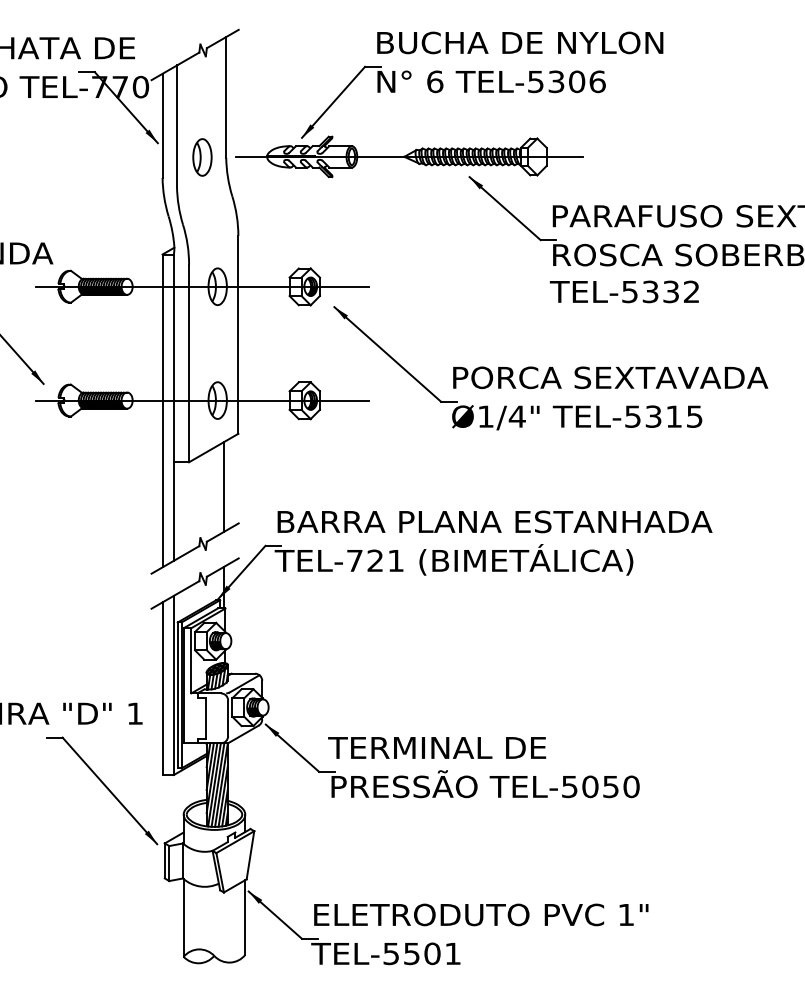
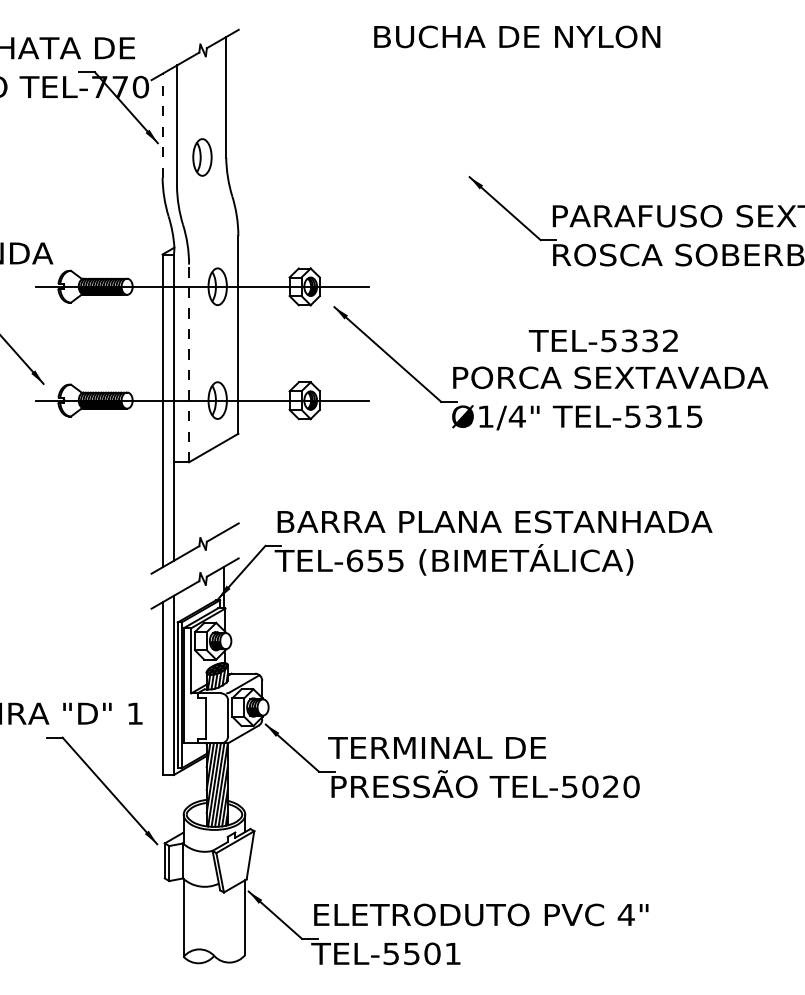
text at (520, 42) position: (520, 42) -> (517, 36)
line at (162, 125): solid -> dashed
part at (422, 147): present -> none
text at (623, 291) position: (623, 291) -> (602, 340)
line at (189, 363): solid -> dashed
line at (223, 486): present -> none
text at (375, 560): TEL-721 -> TEL-655
text at (610, 786): TEL-5050 -> TEL-5020
text at (625, 914): 1" -> 4"
